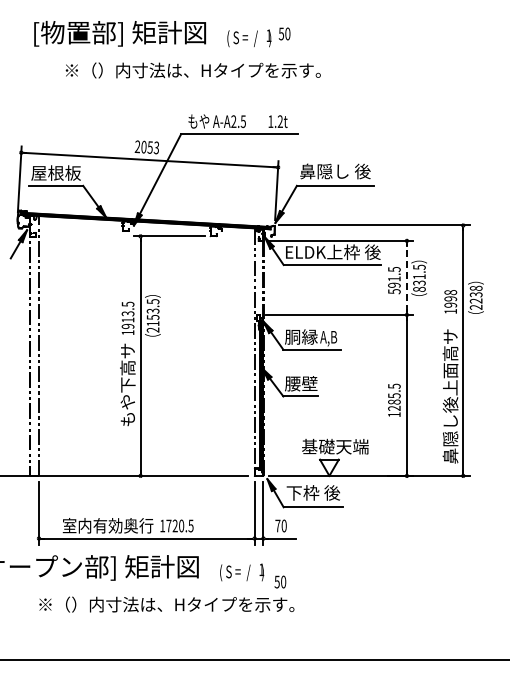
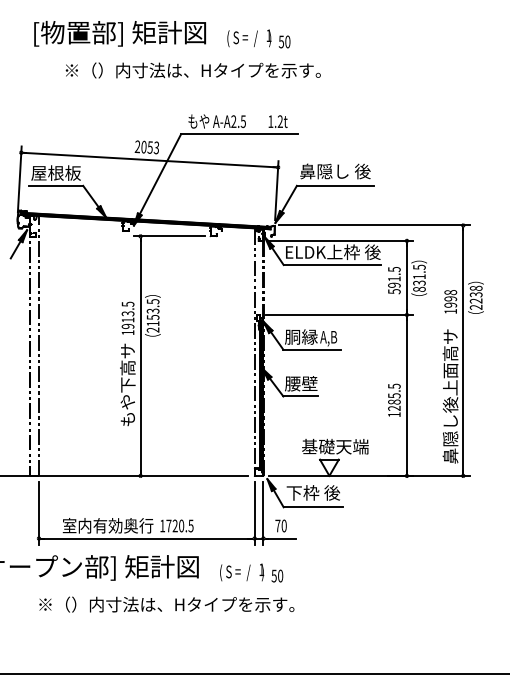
text at (284, 33) position: (284, 33) -> (284, 41)
line at (406, 277): dashed -> solid
text at (280, 581) position: (280, 581) -> (277, 575)
line at (254, 660) position: (254, 660) -> (254, 674)
